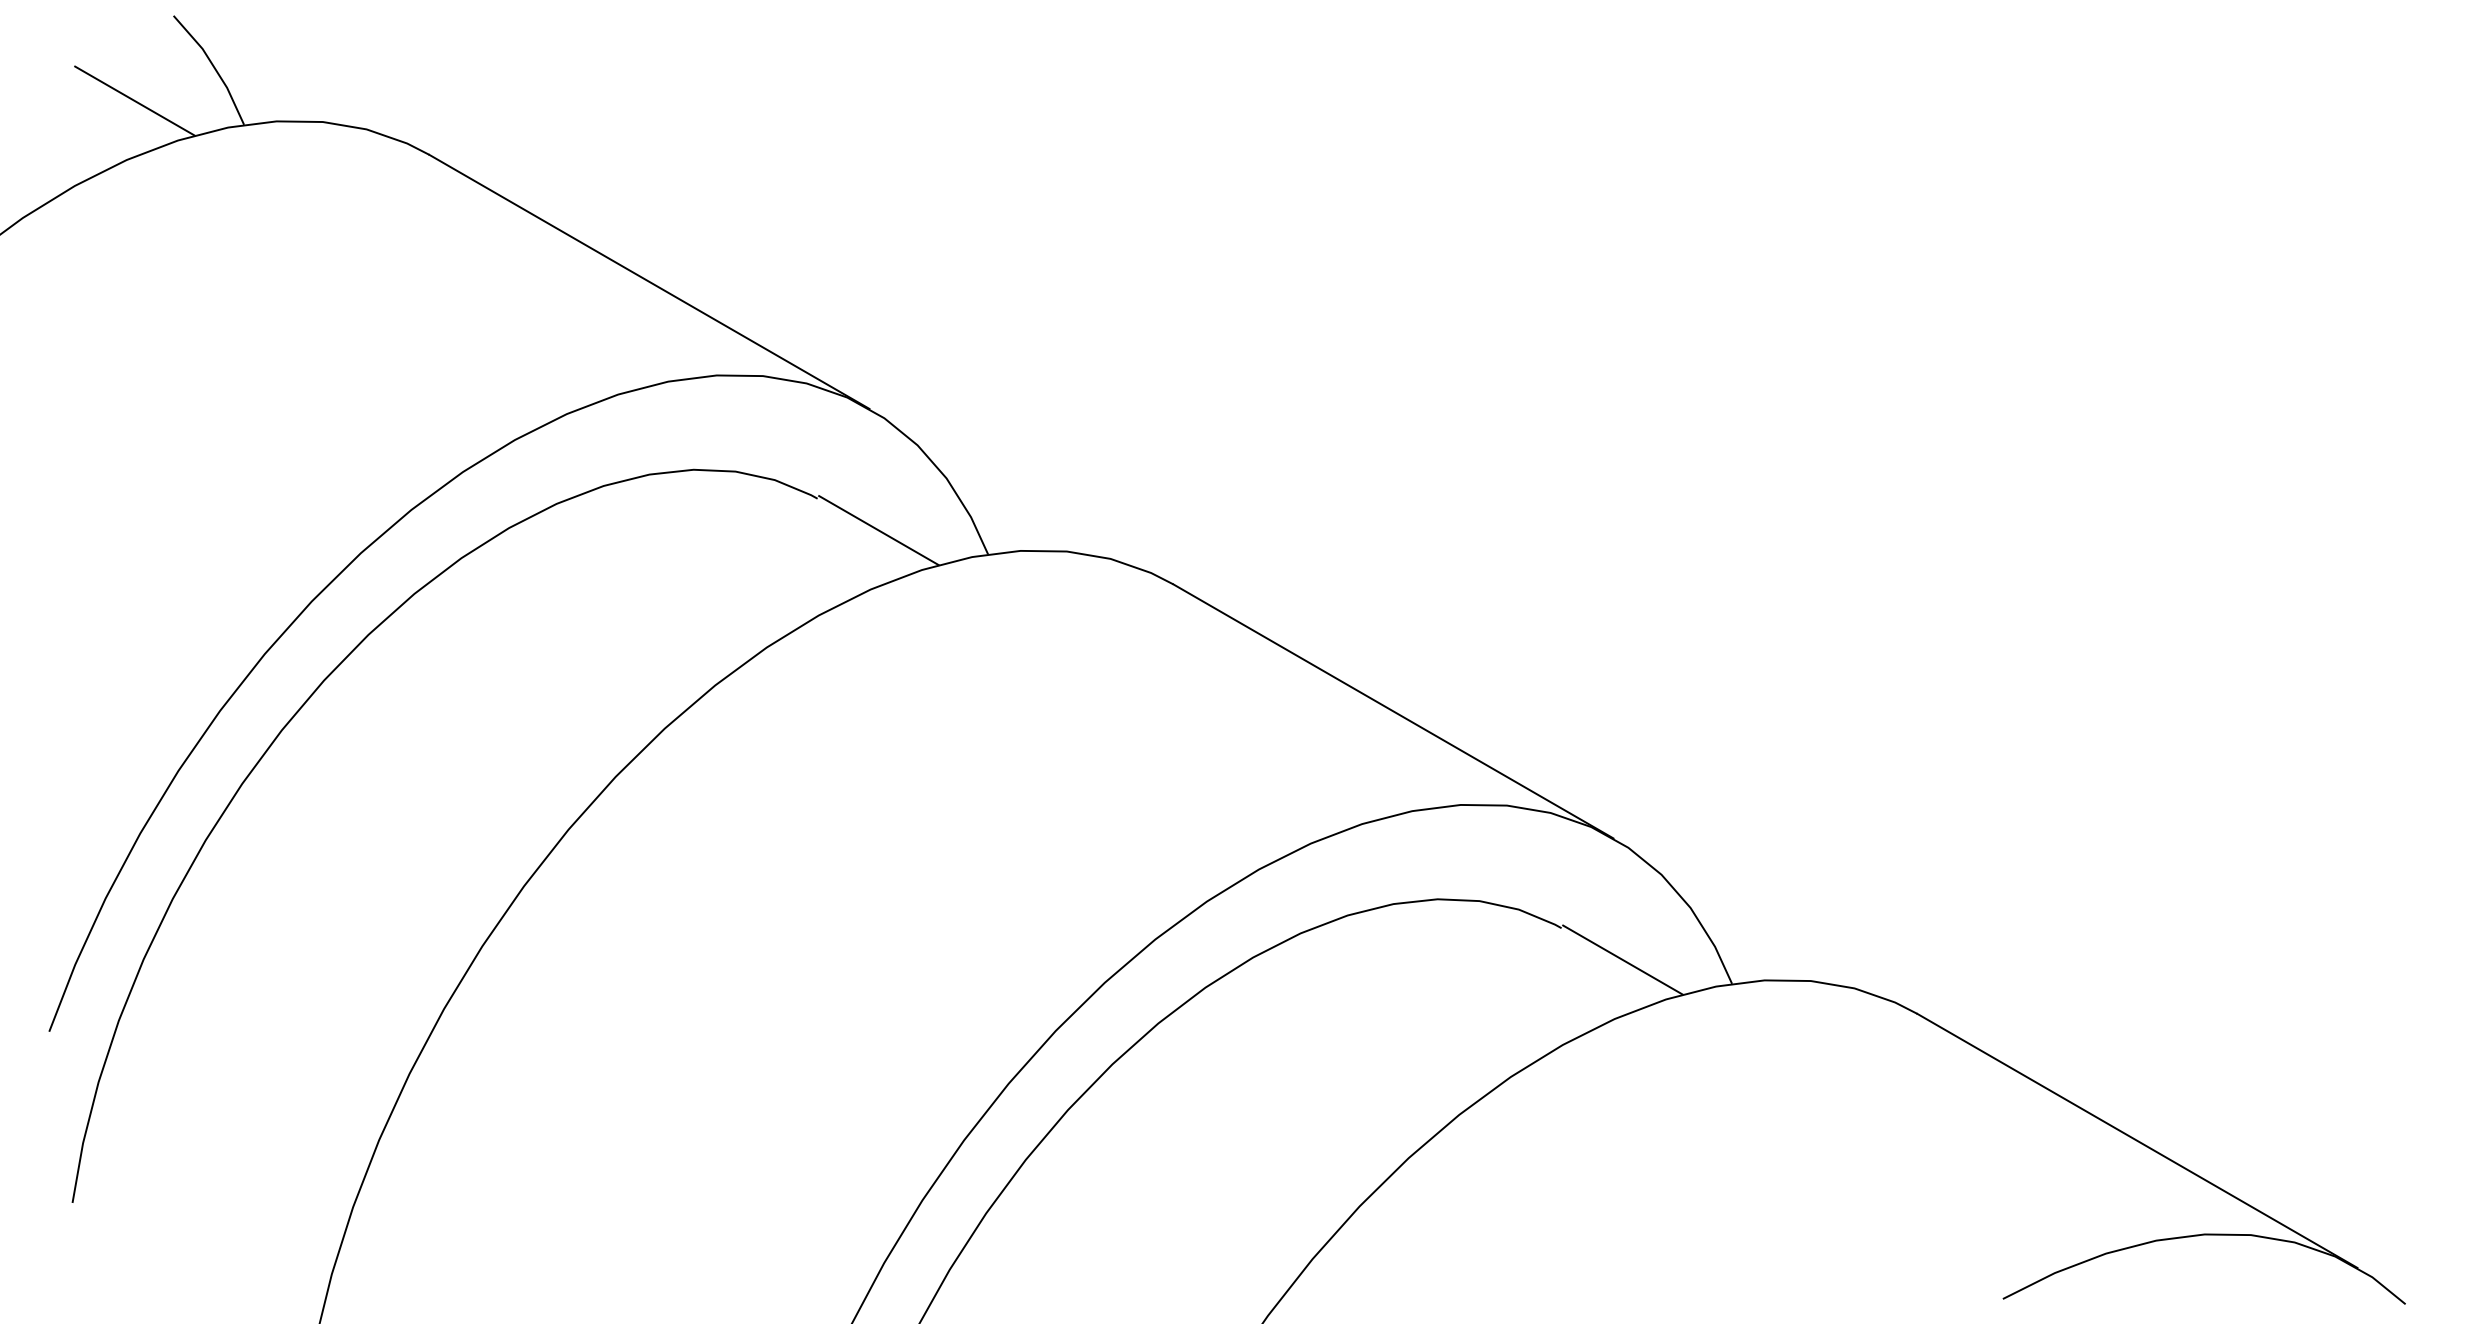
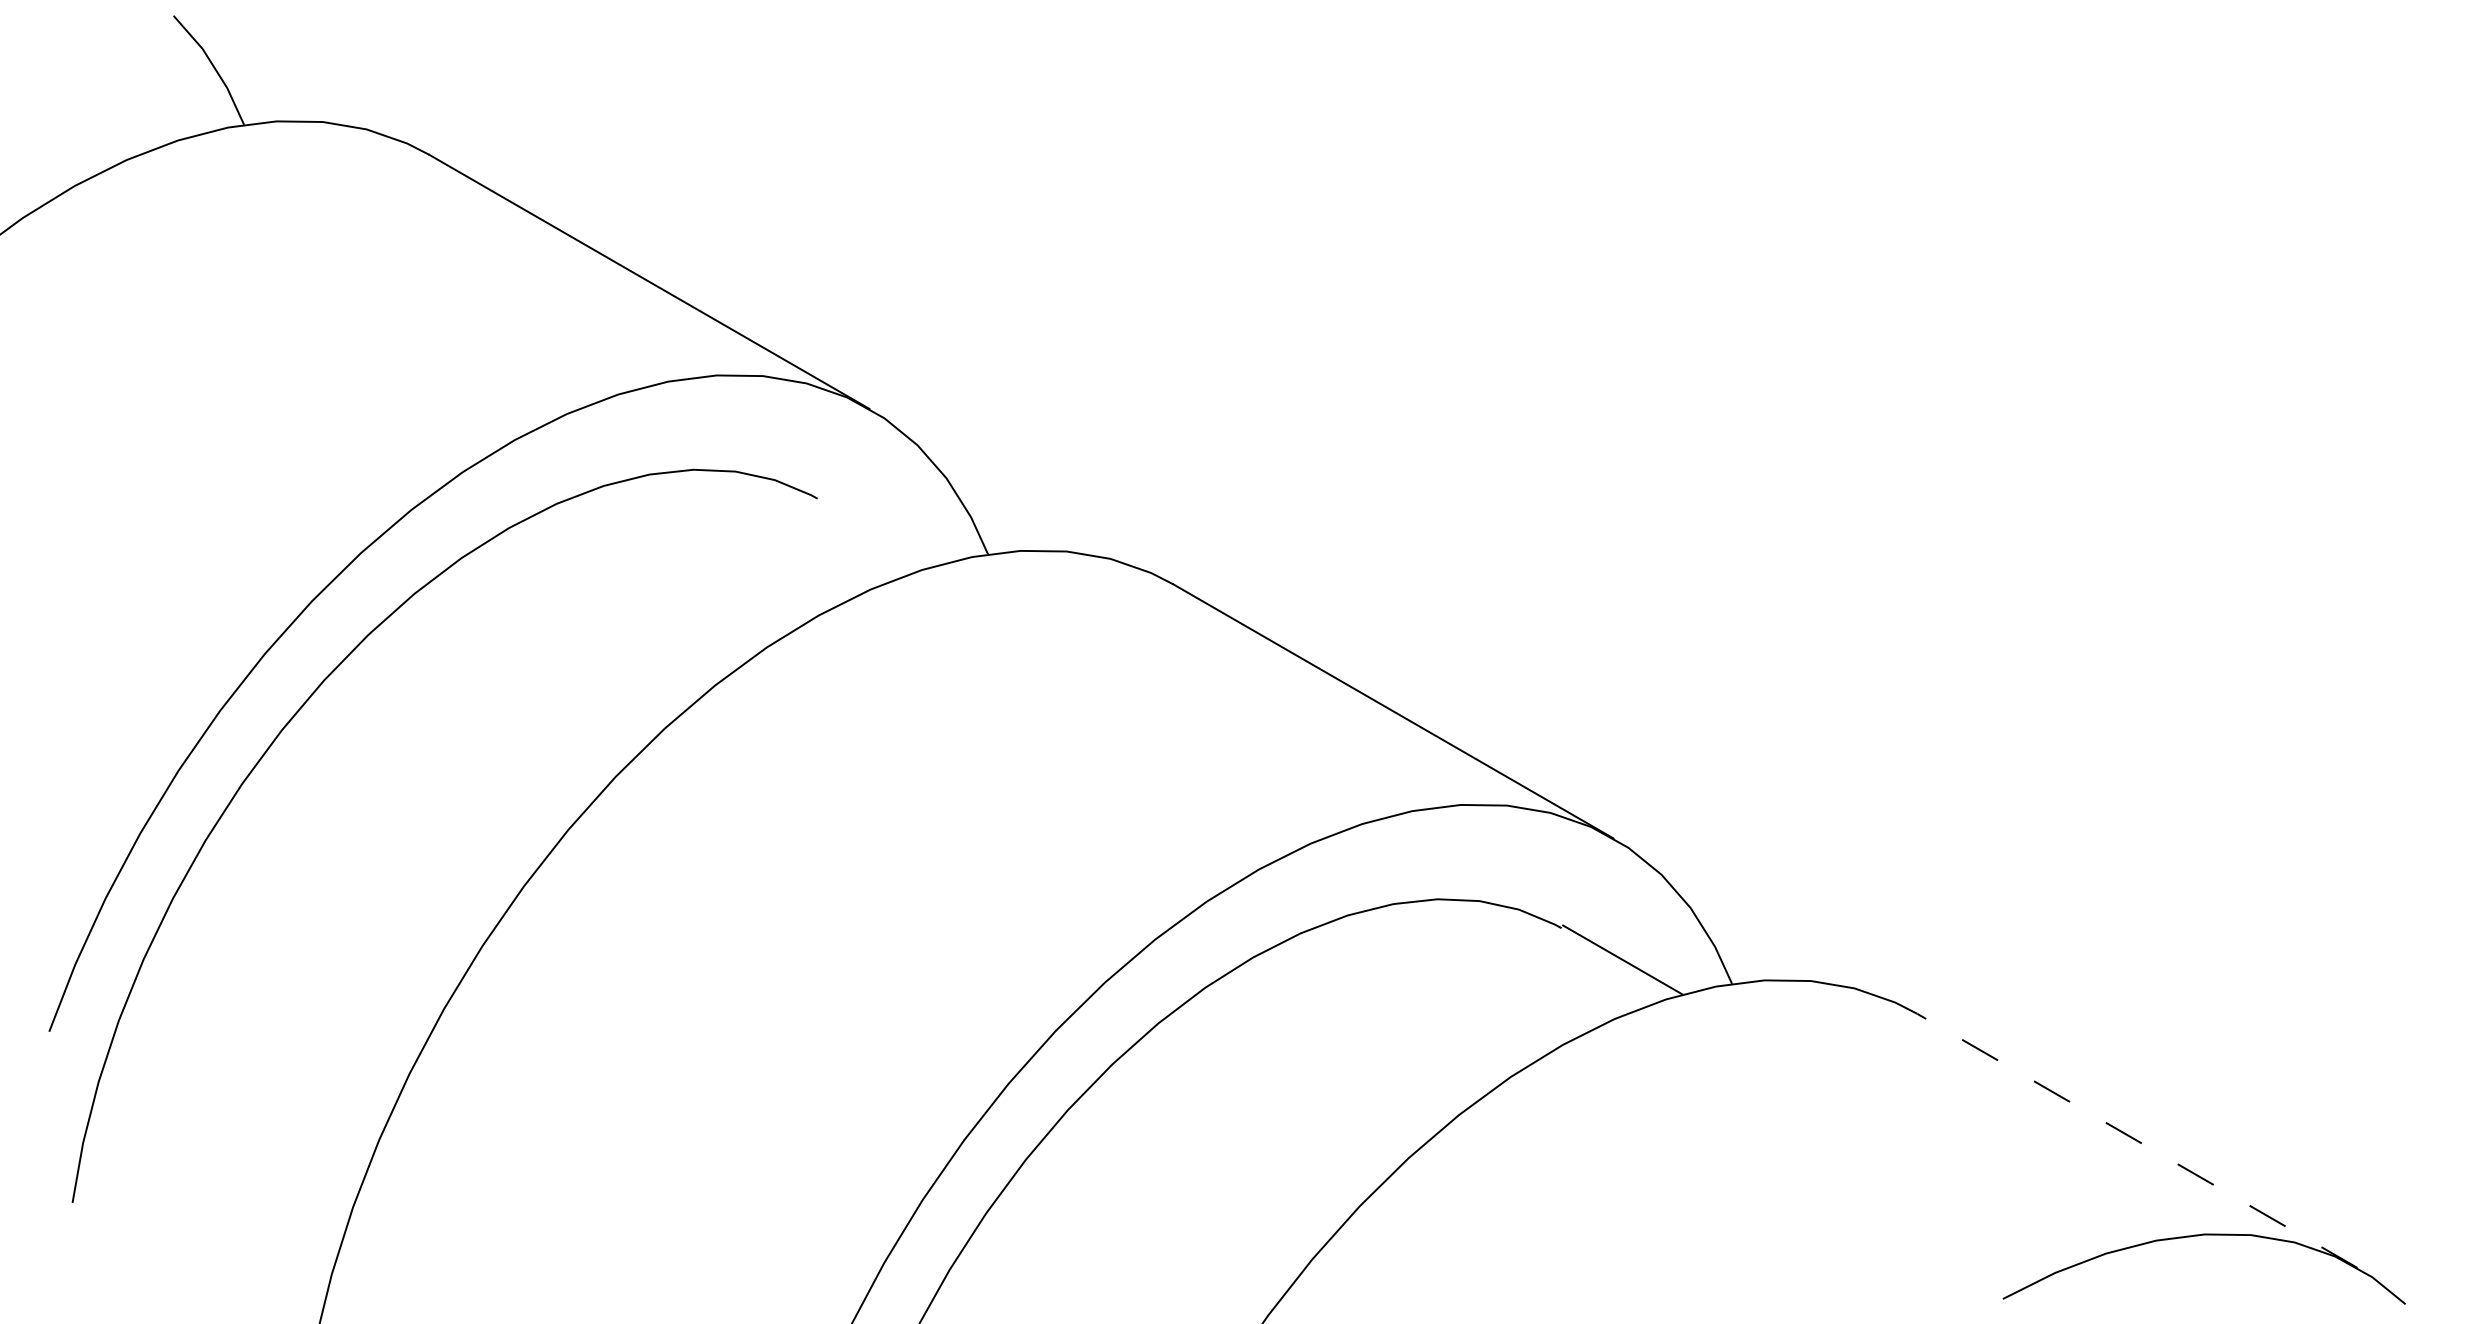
line at (134, 100): present -> none
line at (878, 530): present -> none
line at (2136, 1140): solid -> dashed
